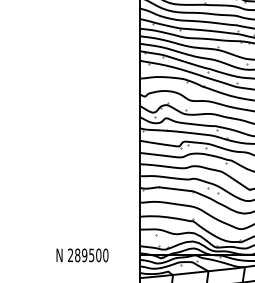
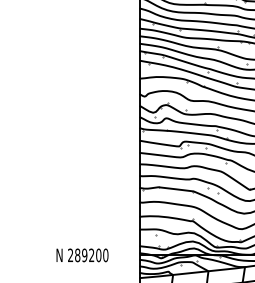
text at (91, 255): 289500 -> 289200
